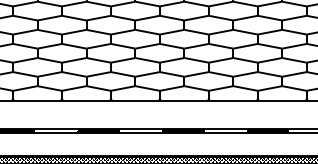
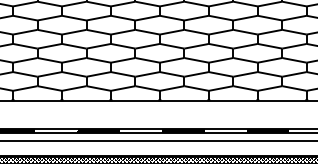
line at (158, 140): none -> present
